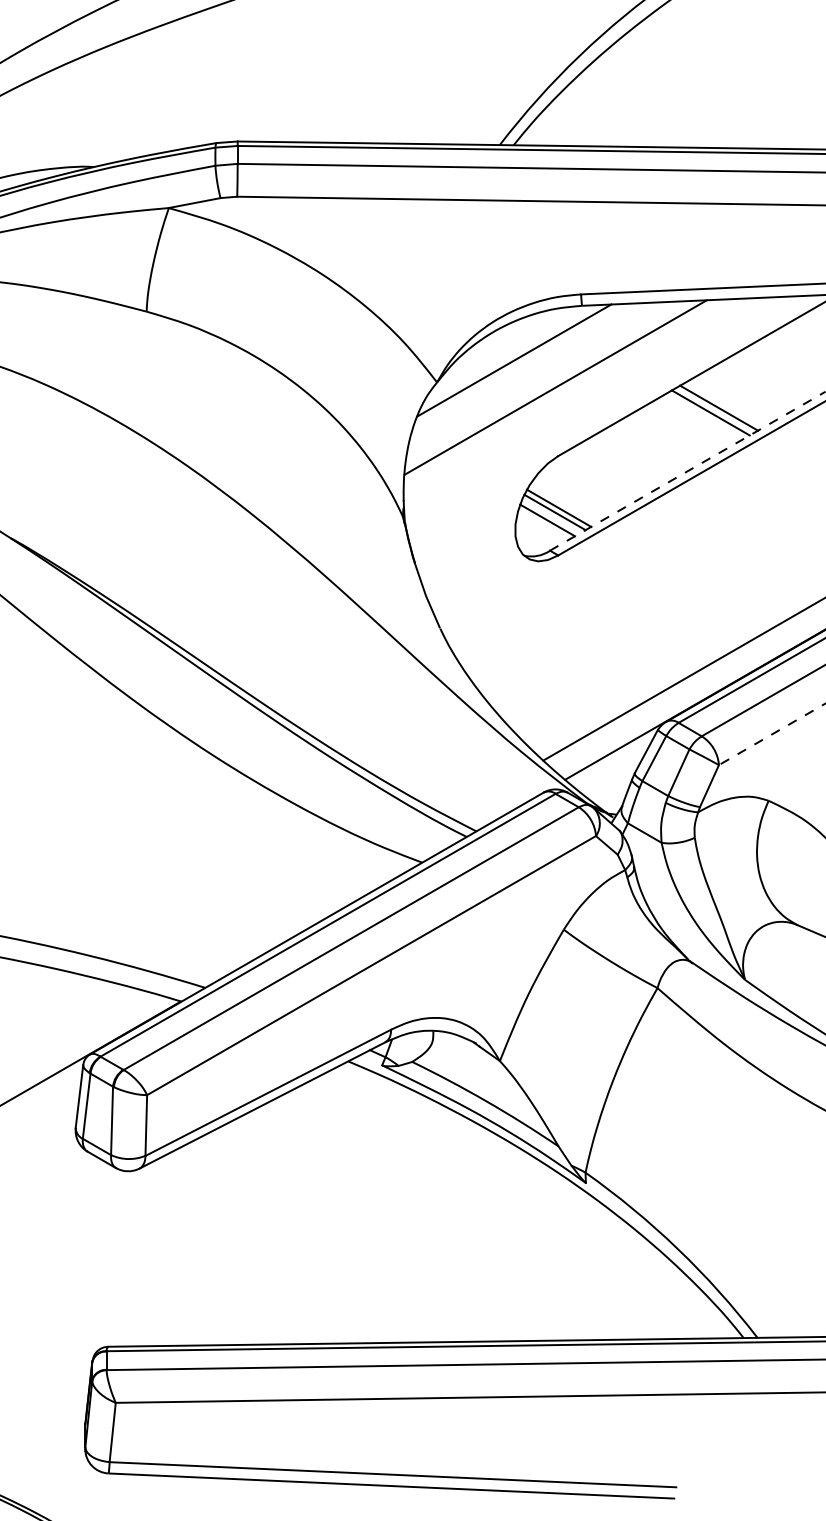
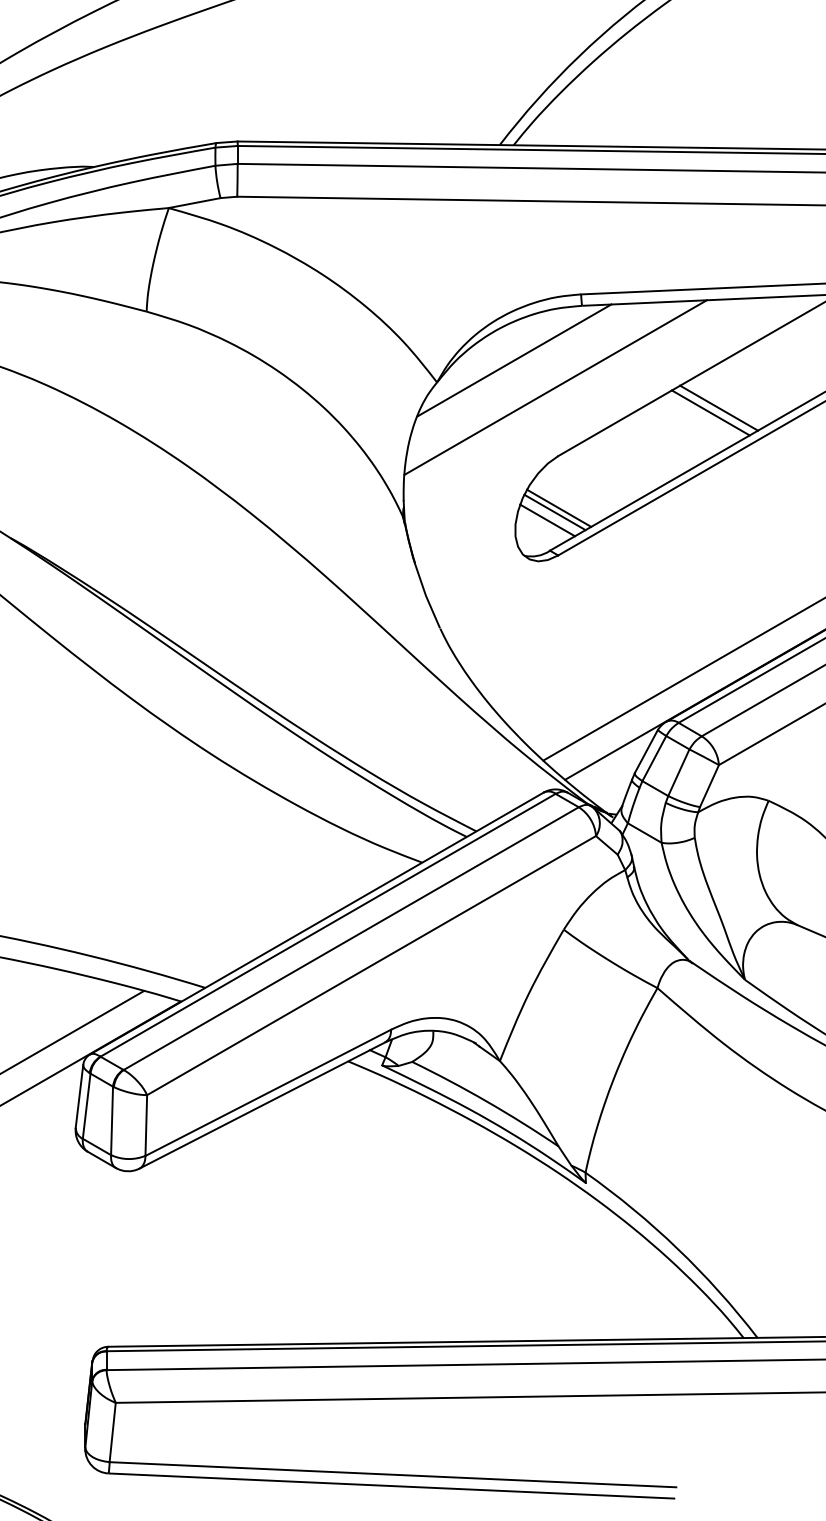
line at (688, 470): dashed -> solid
line at (771, 734): dashed -> solid
line at (73, 1031): none -> present
